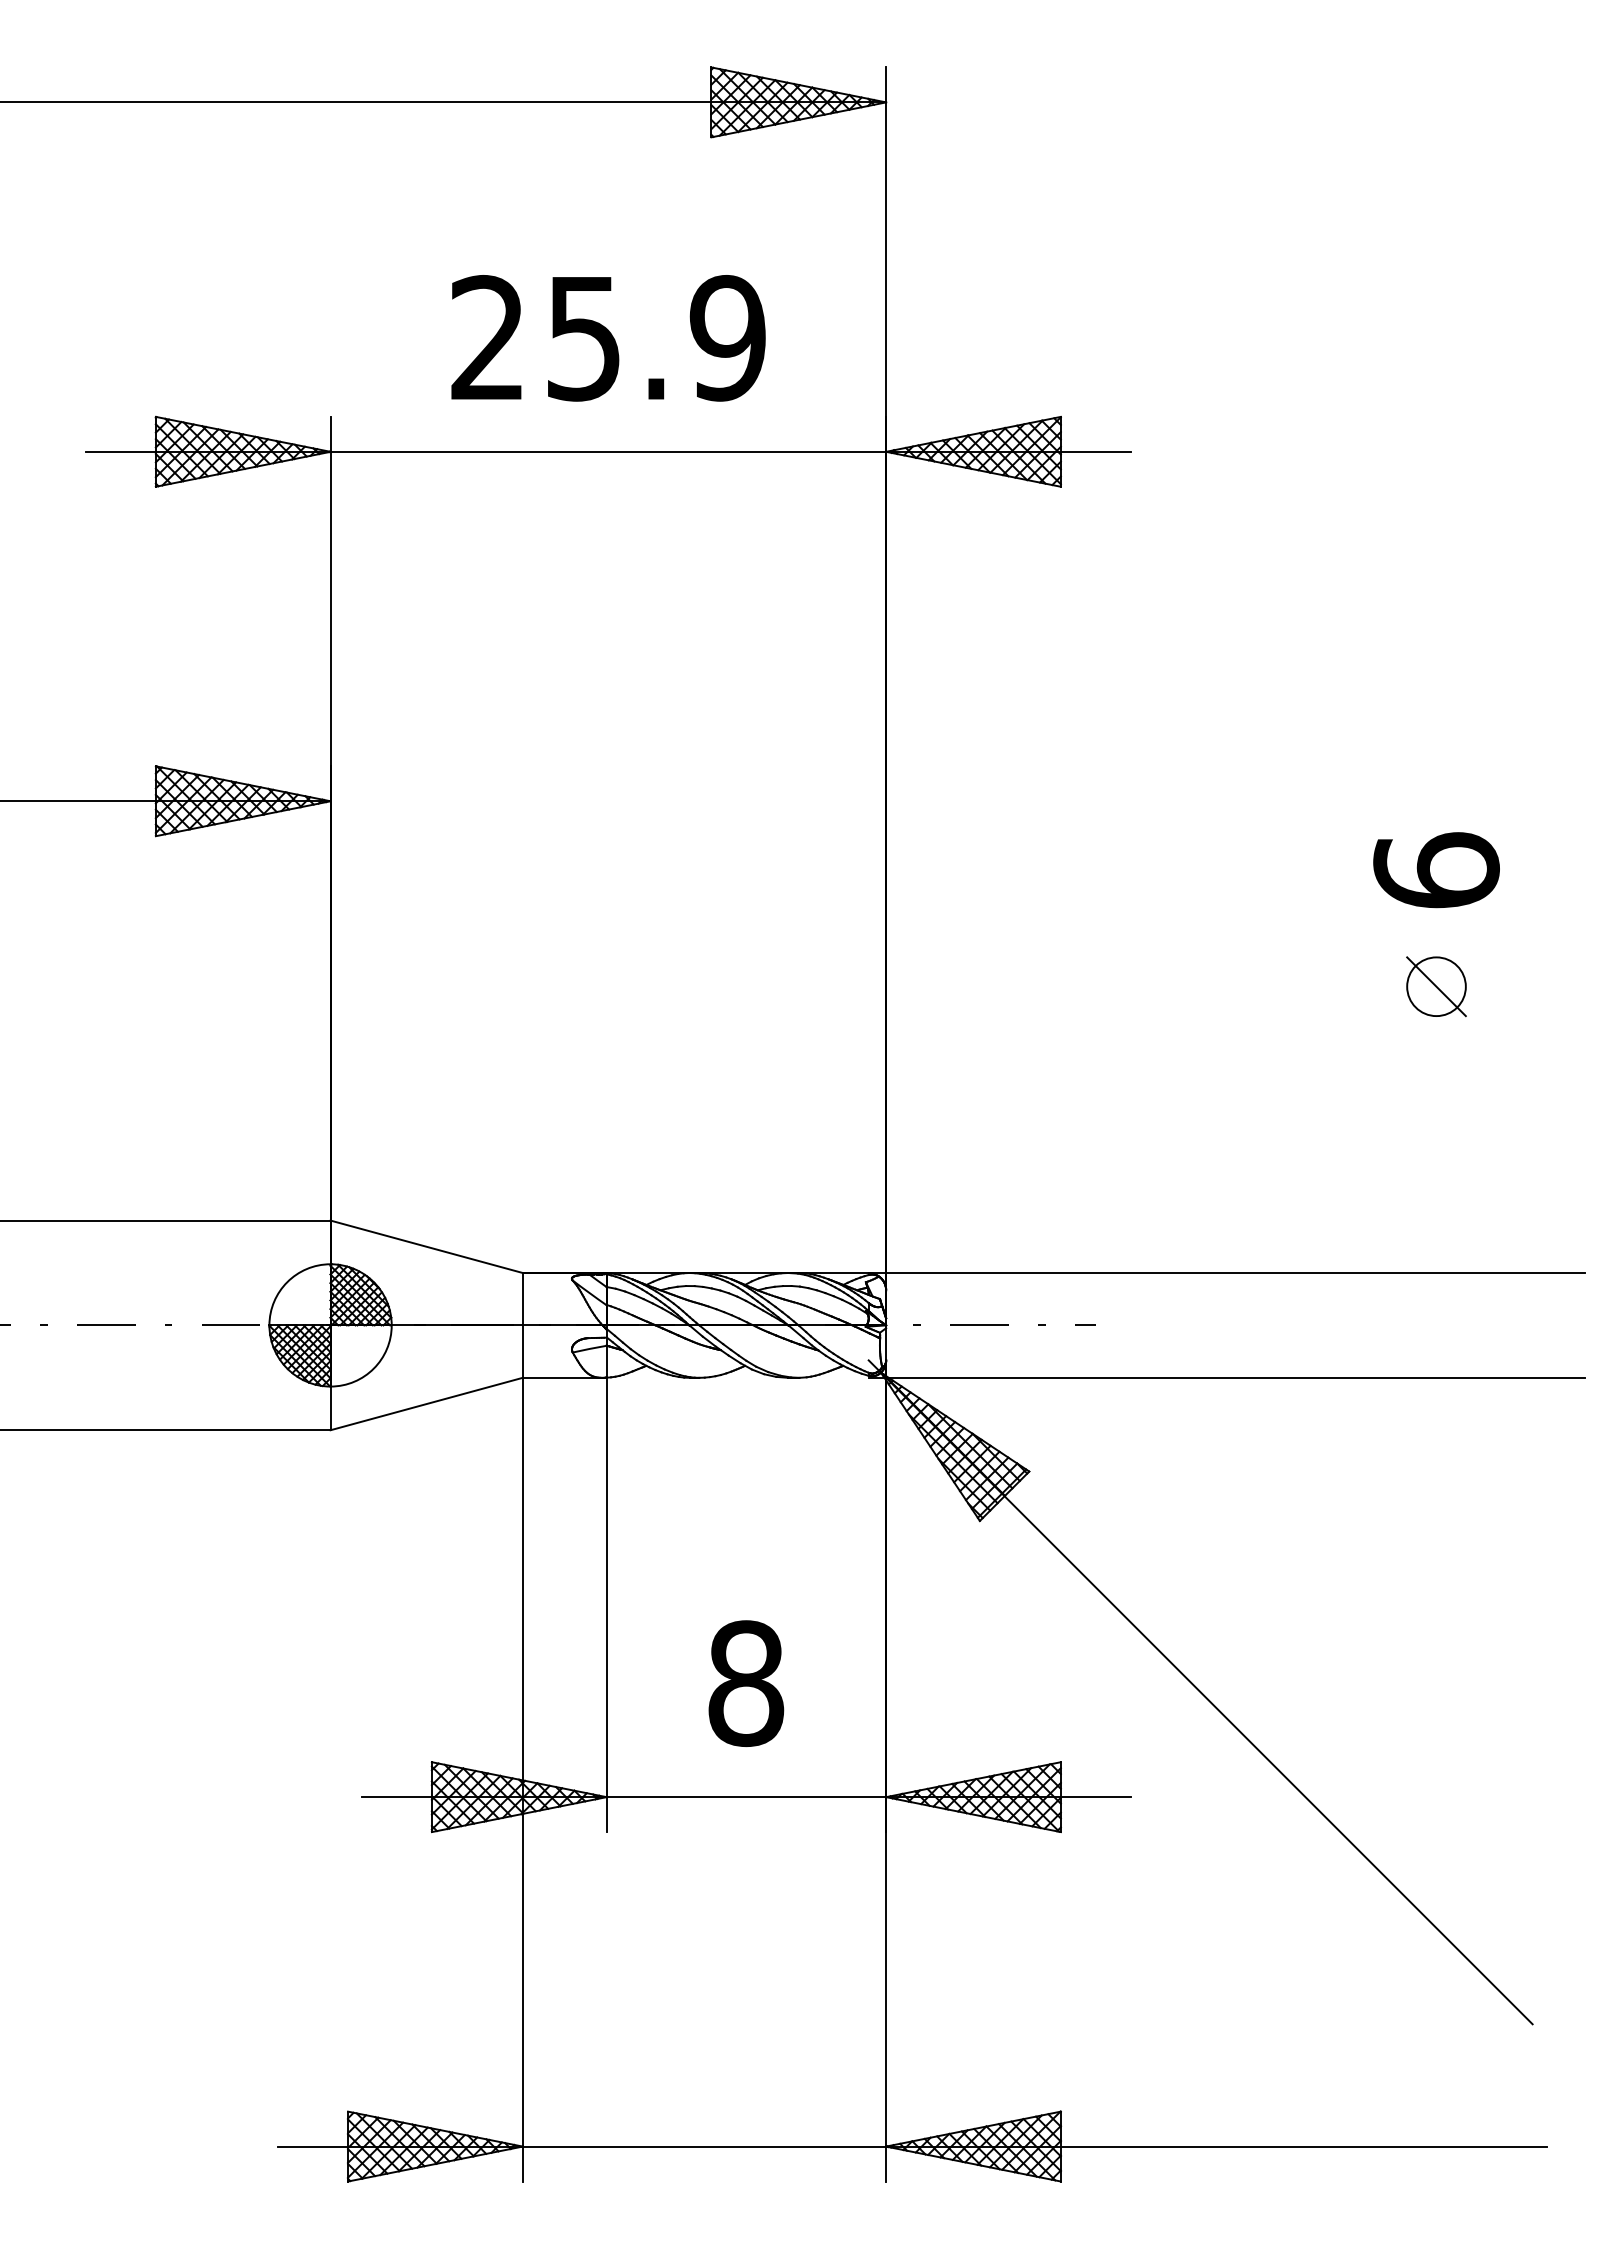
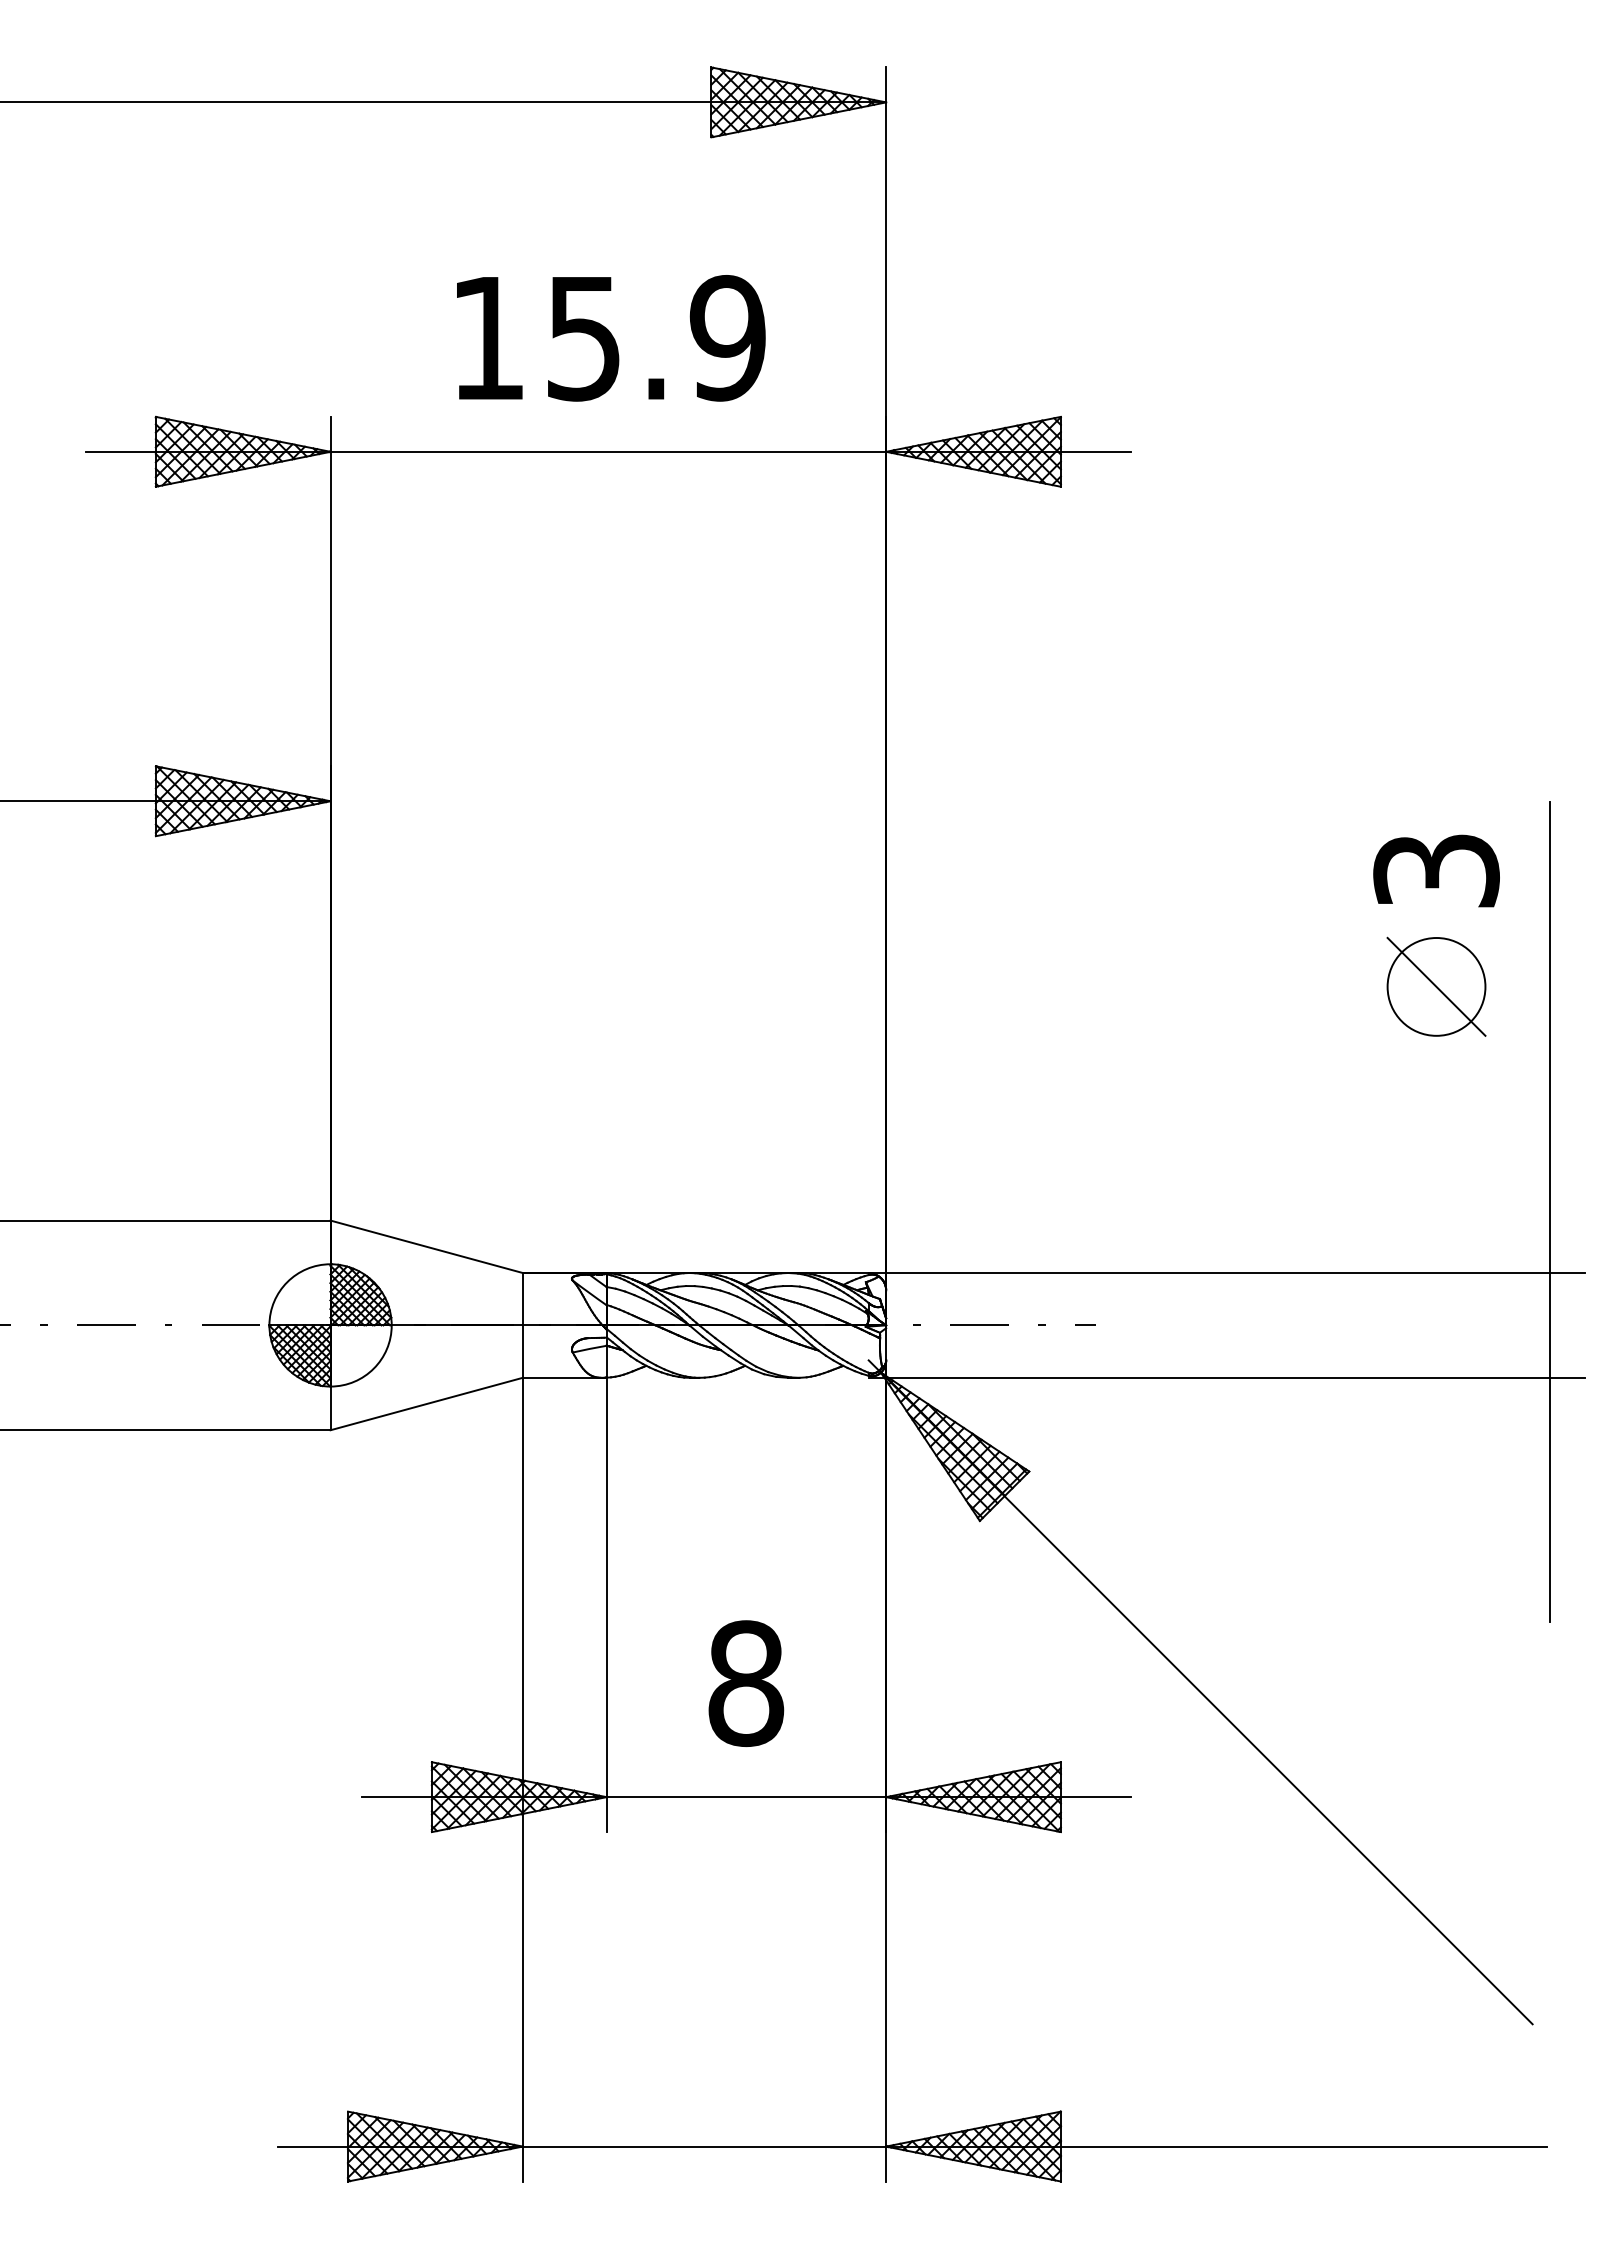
text at (486, 337): 25.9 -> 15.9
text at (1436, 870): 6 -> 3
part at (1436, 986) size: 61x62 px -> 101x101 px
line at (1550, 1212): none -> present
